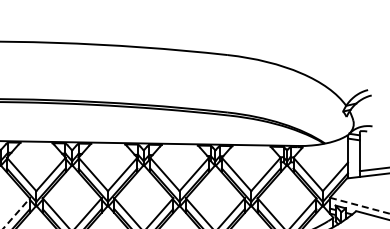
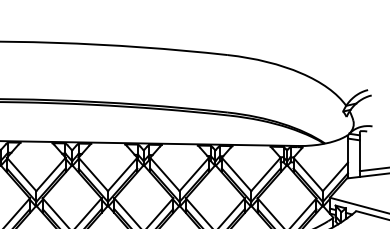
line at (359, 205): dashed -> solid
line at (16, 213): dashed -> solid
